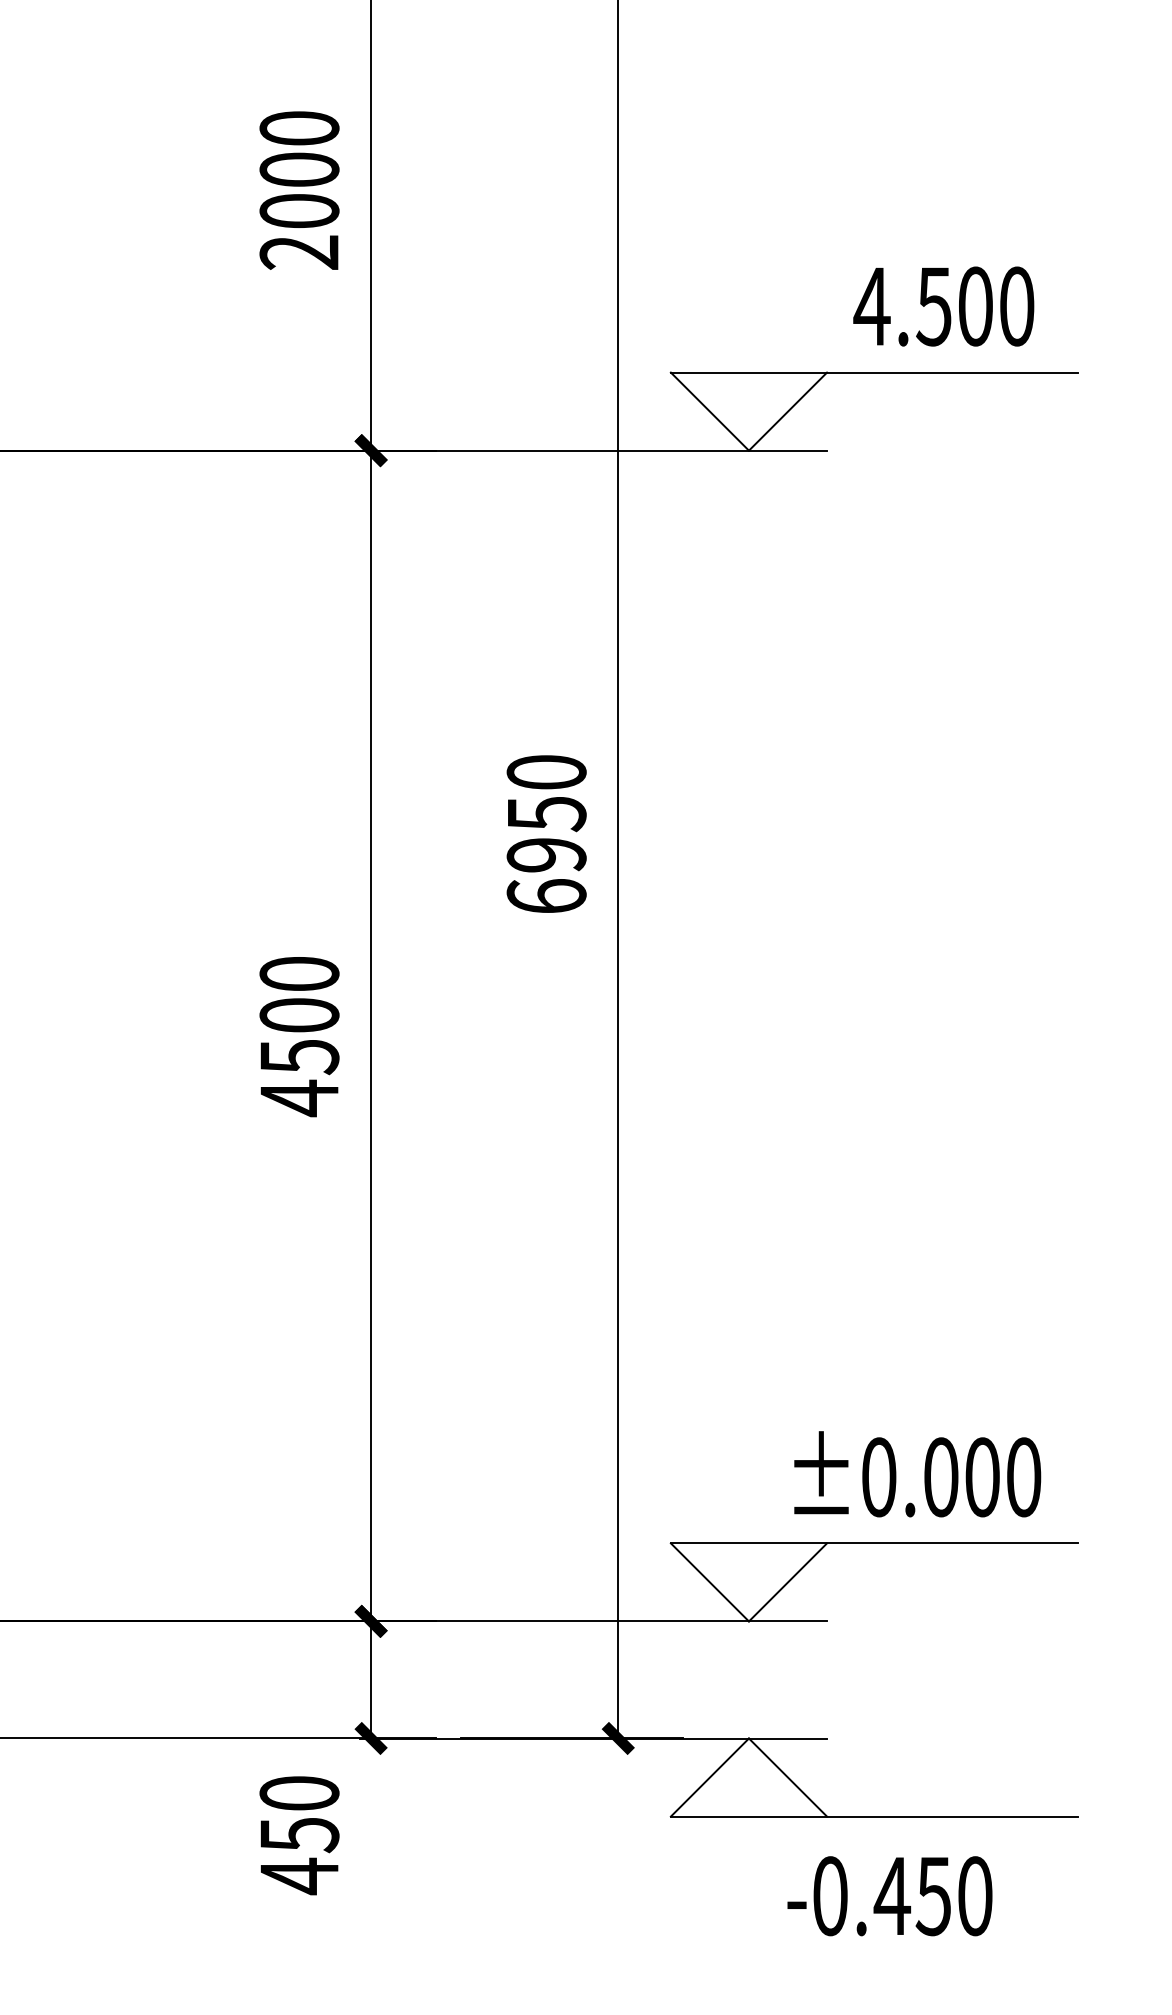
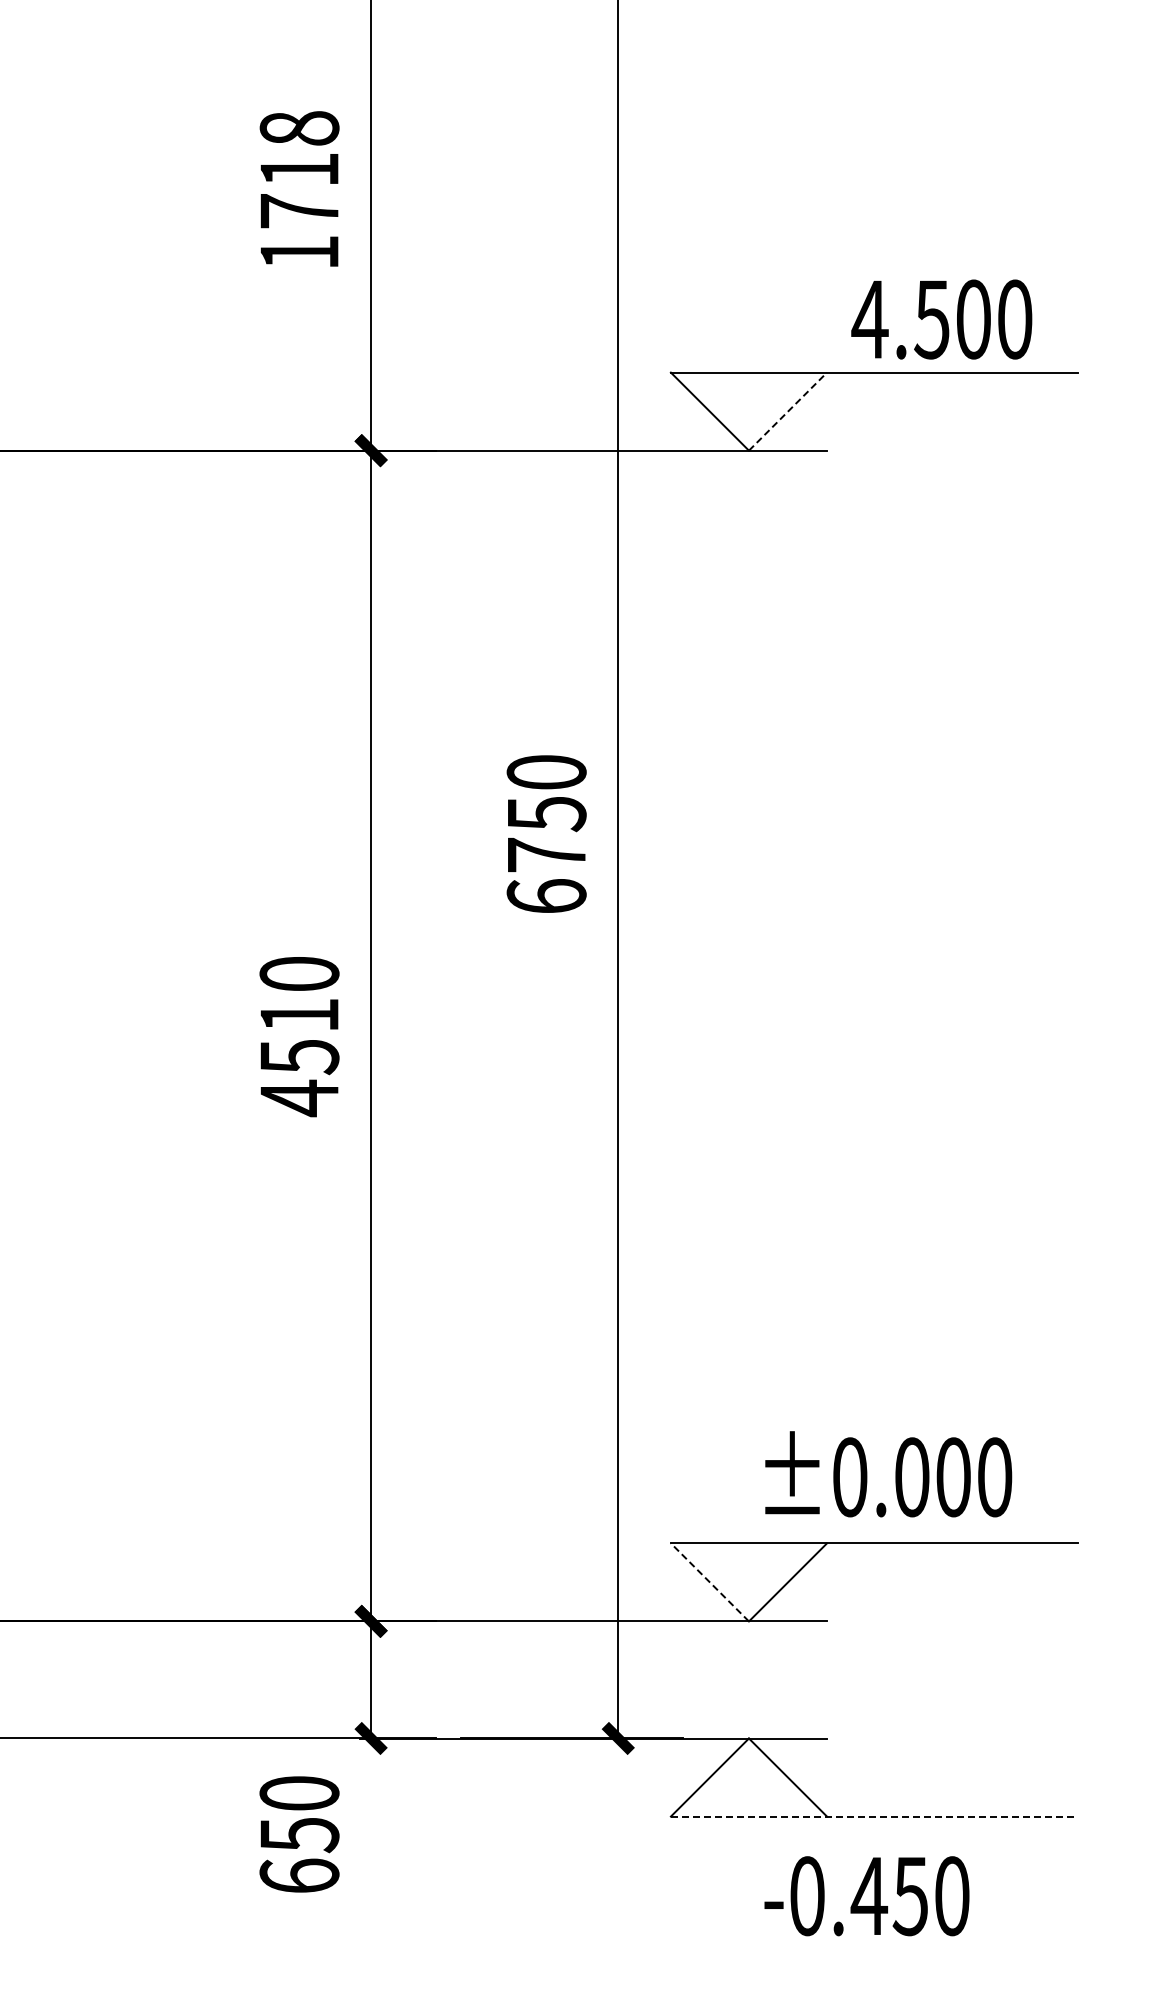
text at (299, 190): 2000 -> 1718
text at (943, 306) position: (943, 306) -> (941, 319)
line at (788, 411): solid -> dashed
text at (546, 854): 6950 -> 6750
text at (299, 1015): 4500 -> 4510
text at (917, 1474) position: (917, 1474) -> (888, 1474)
line at (709, 1582): solid -> dashed
line at (874, 1816): solid -> dashed
text at (299, 1876): 450 -> 650
text at (889, 1896) position: (889, 1896) -> (866, 1896)
